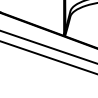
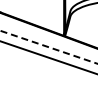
line at (48, 47): solid -> dashed
